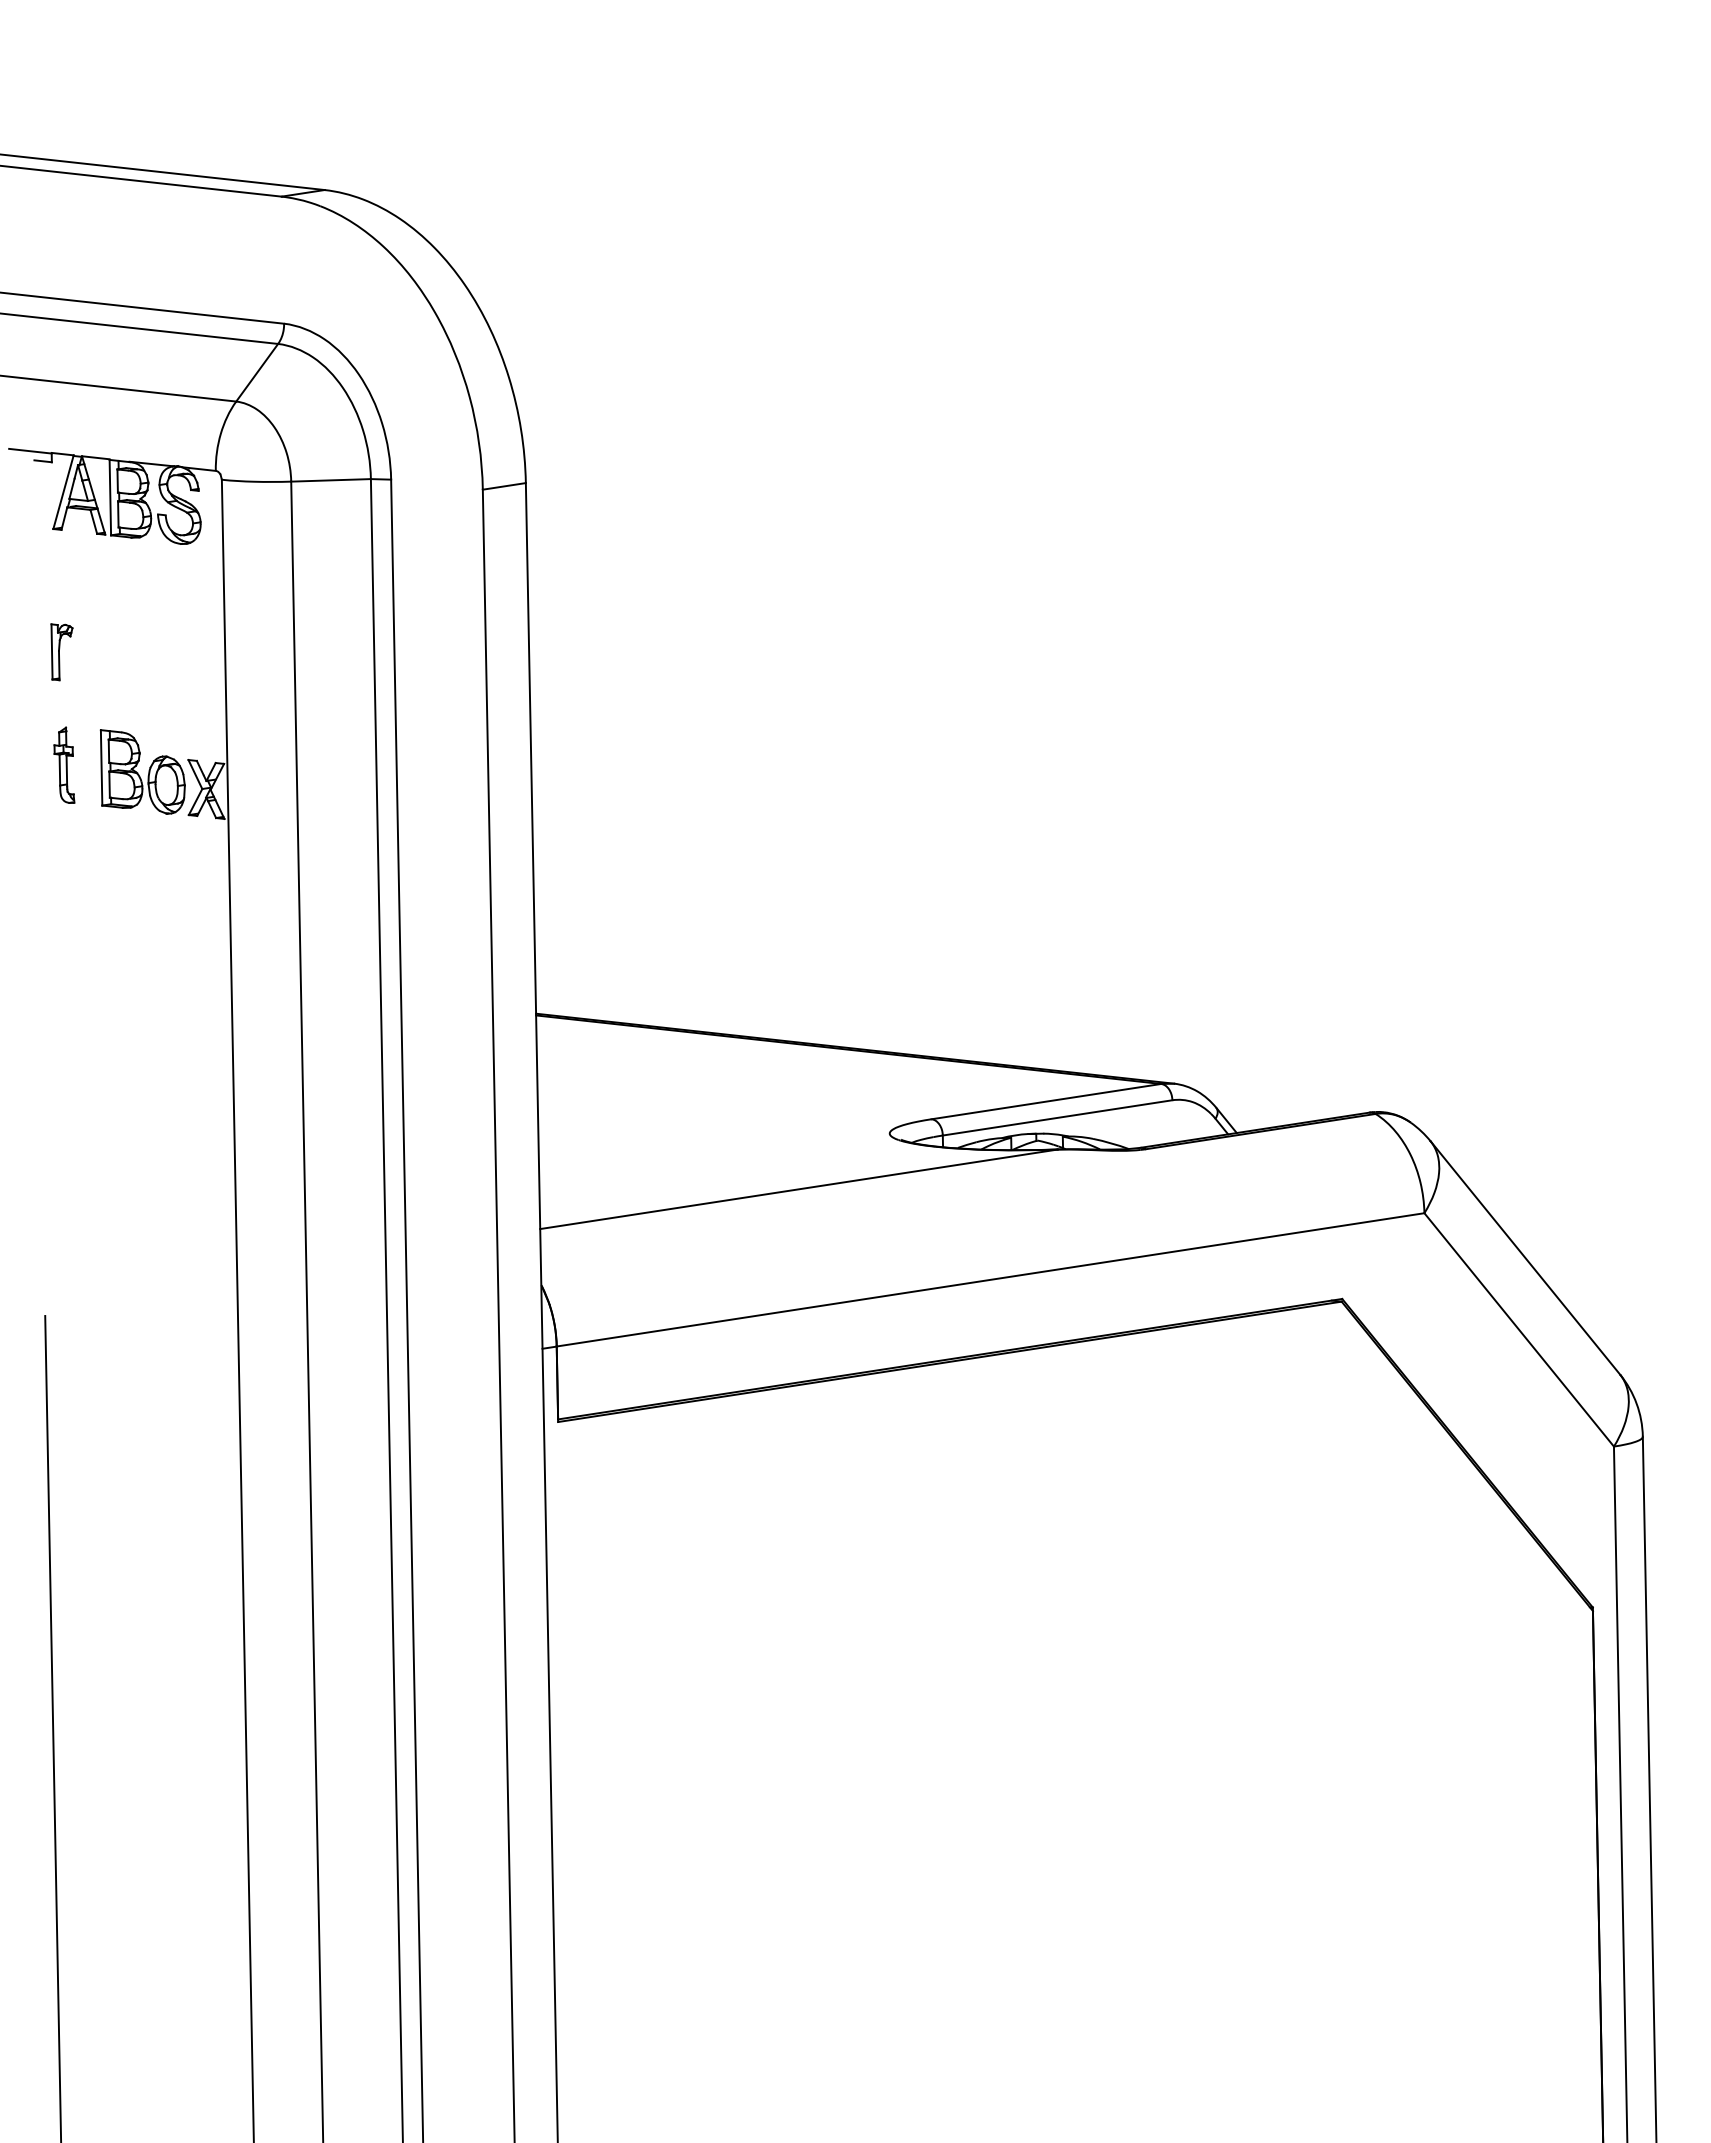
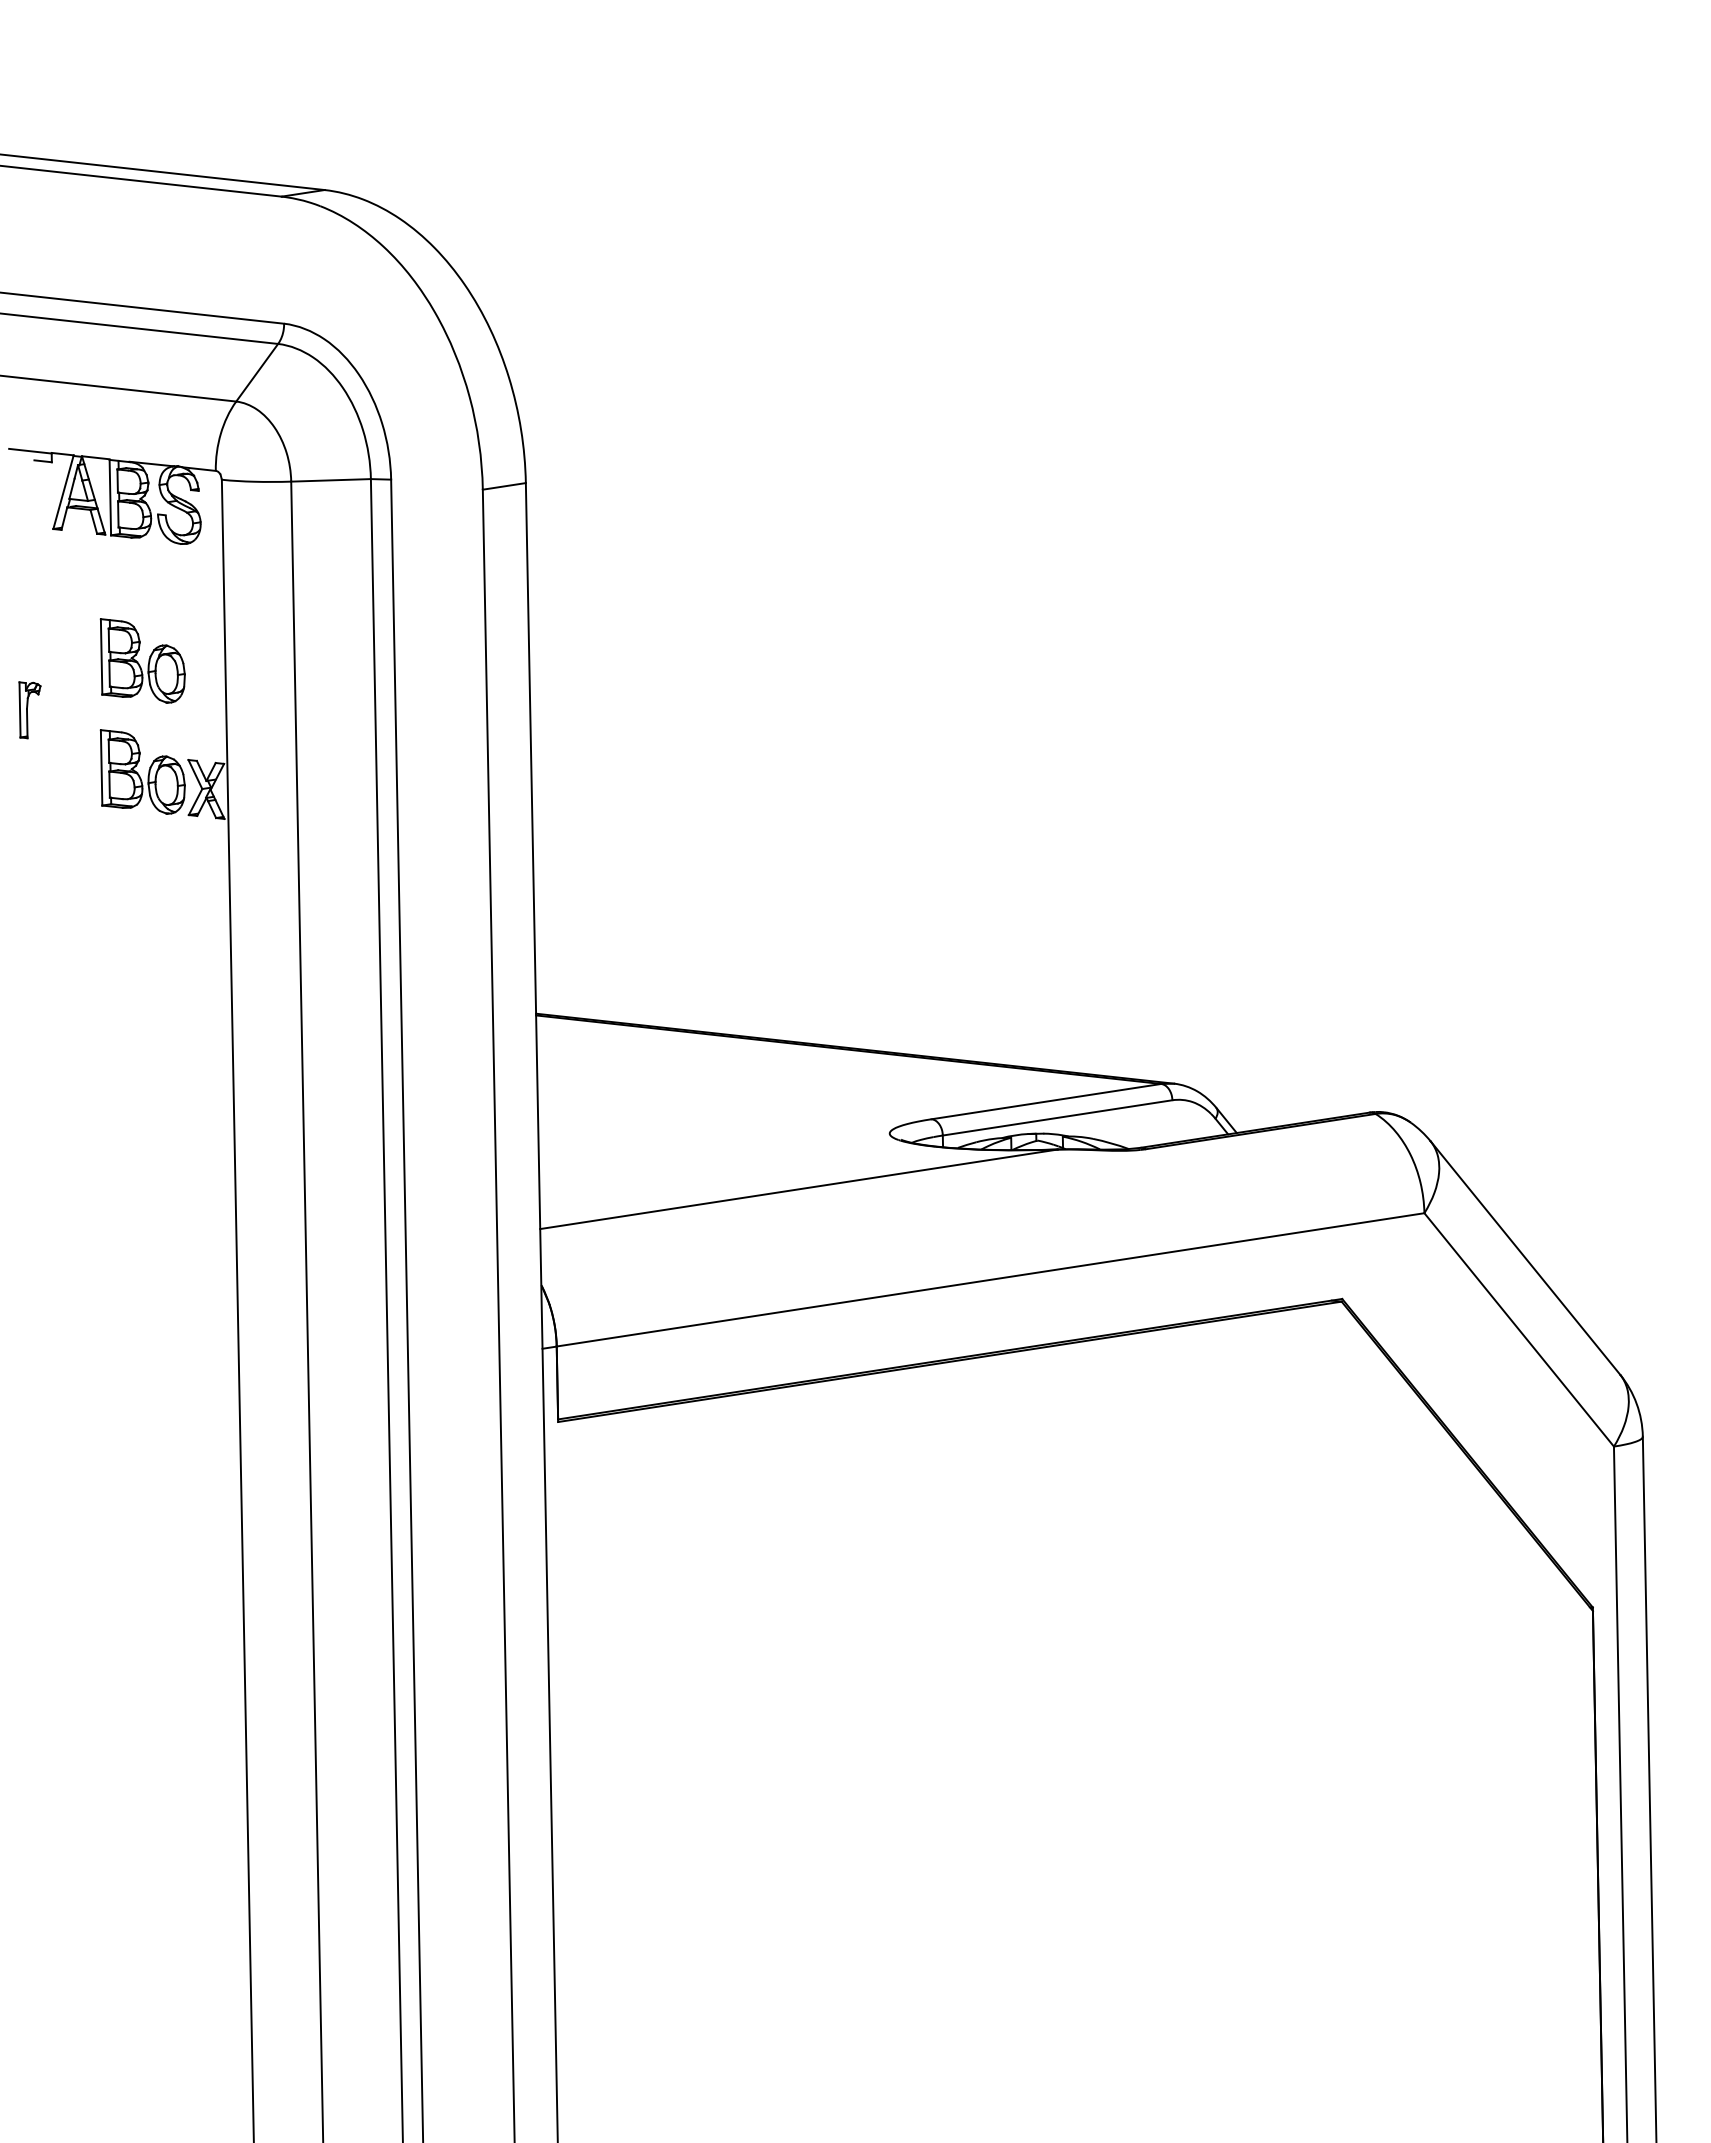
part at (61, 652) position: (61, 652) -> (29, 710)
part at (142, 660): none -> present
part at (64, 764): present -> none
line at (53, 1727): present -> none
